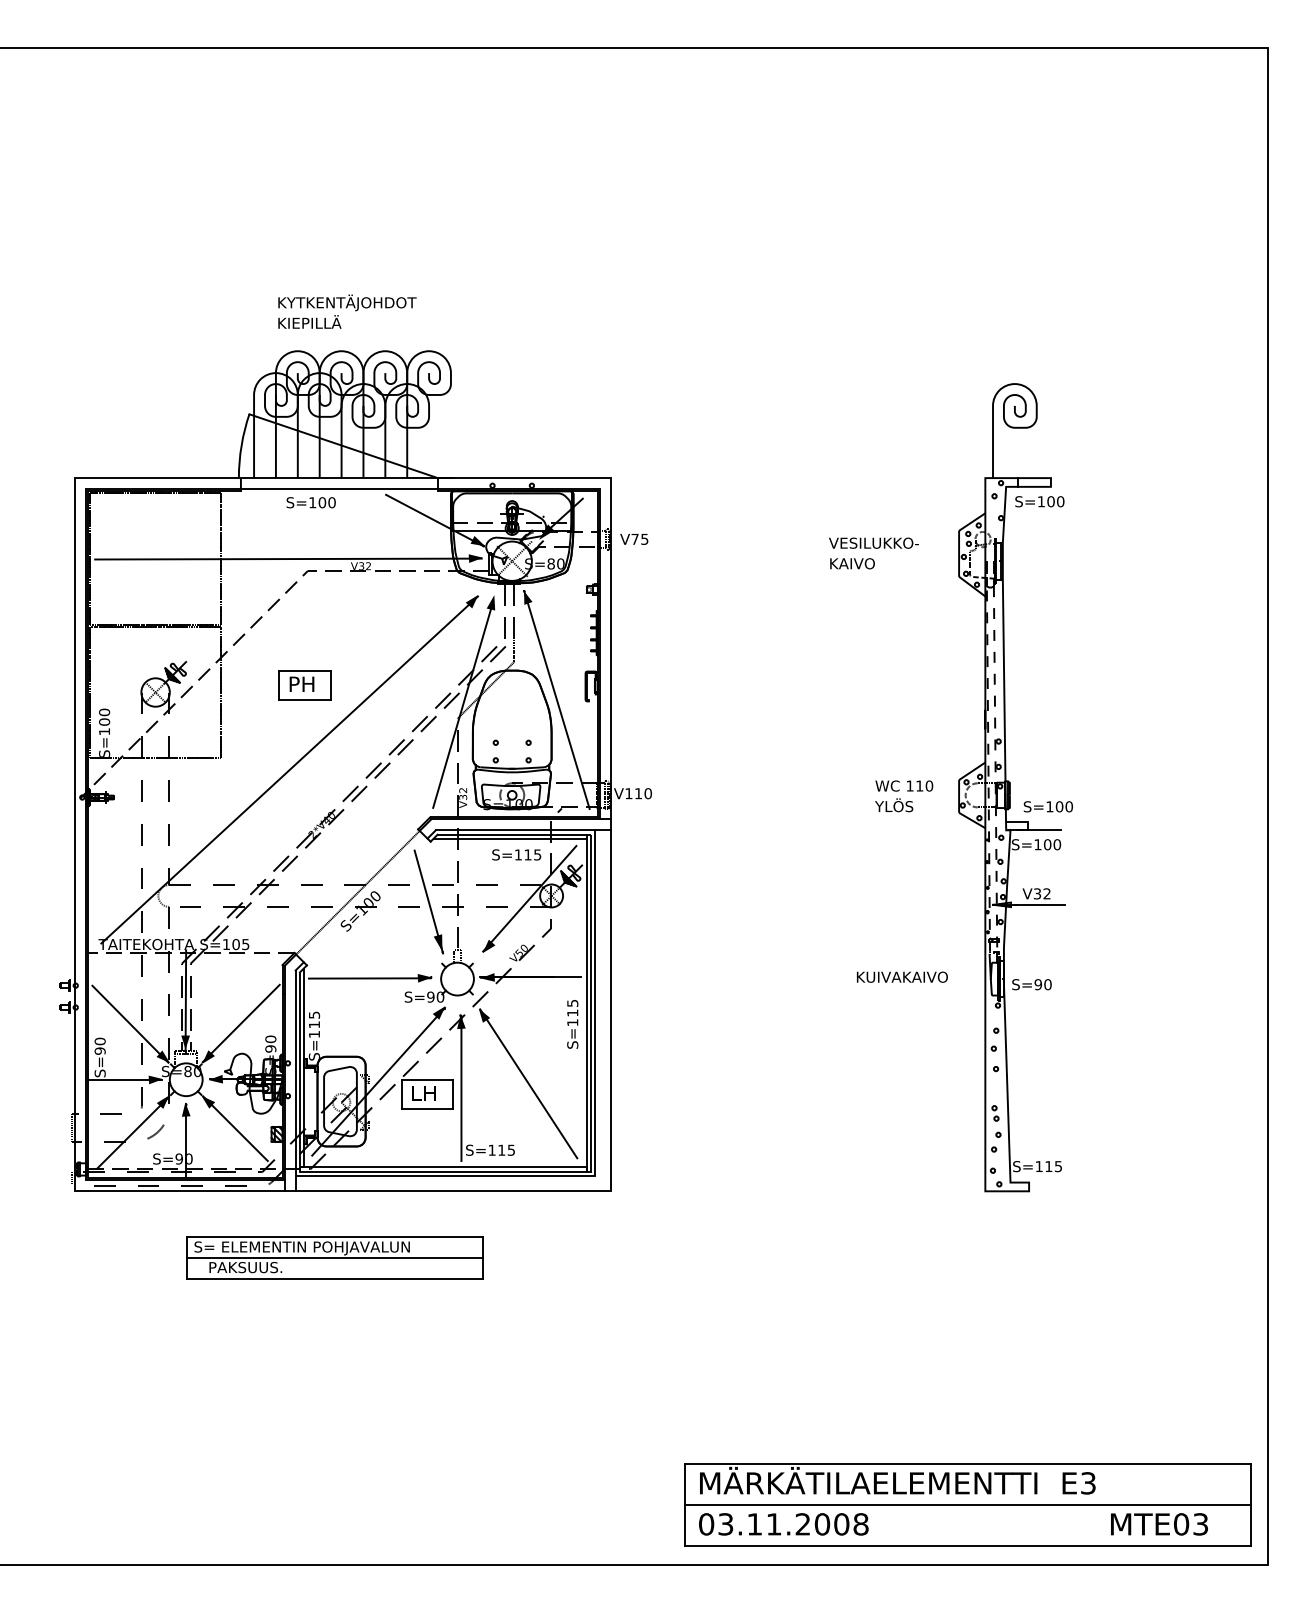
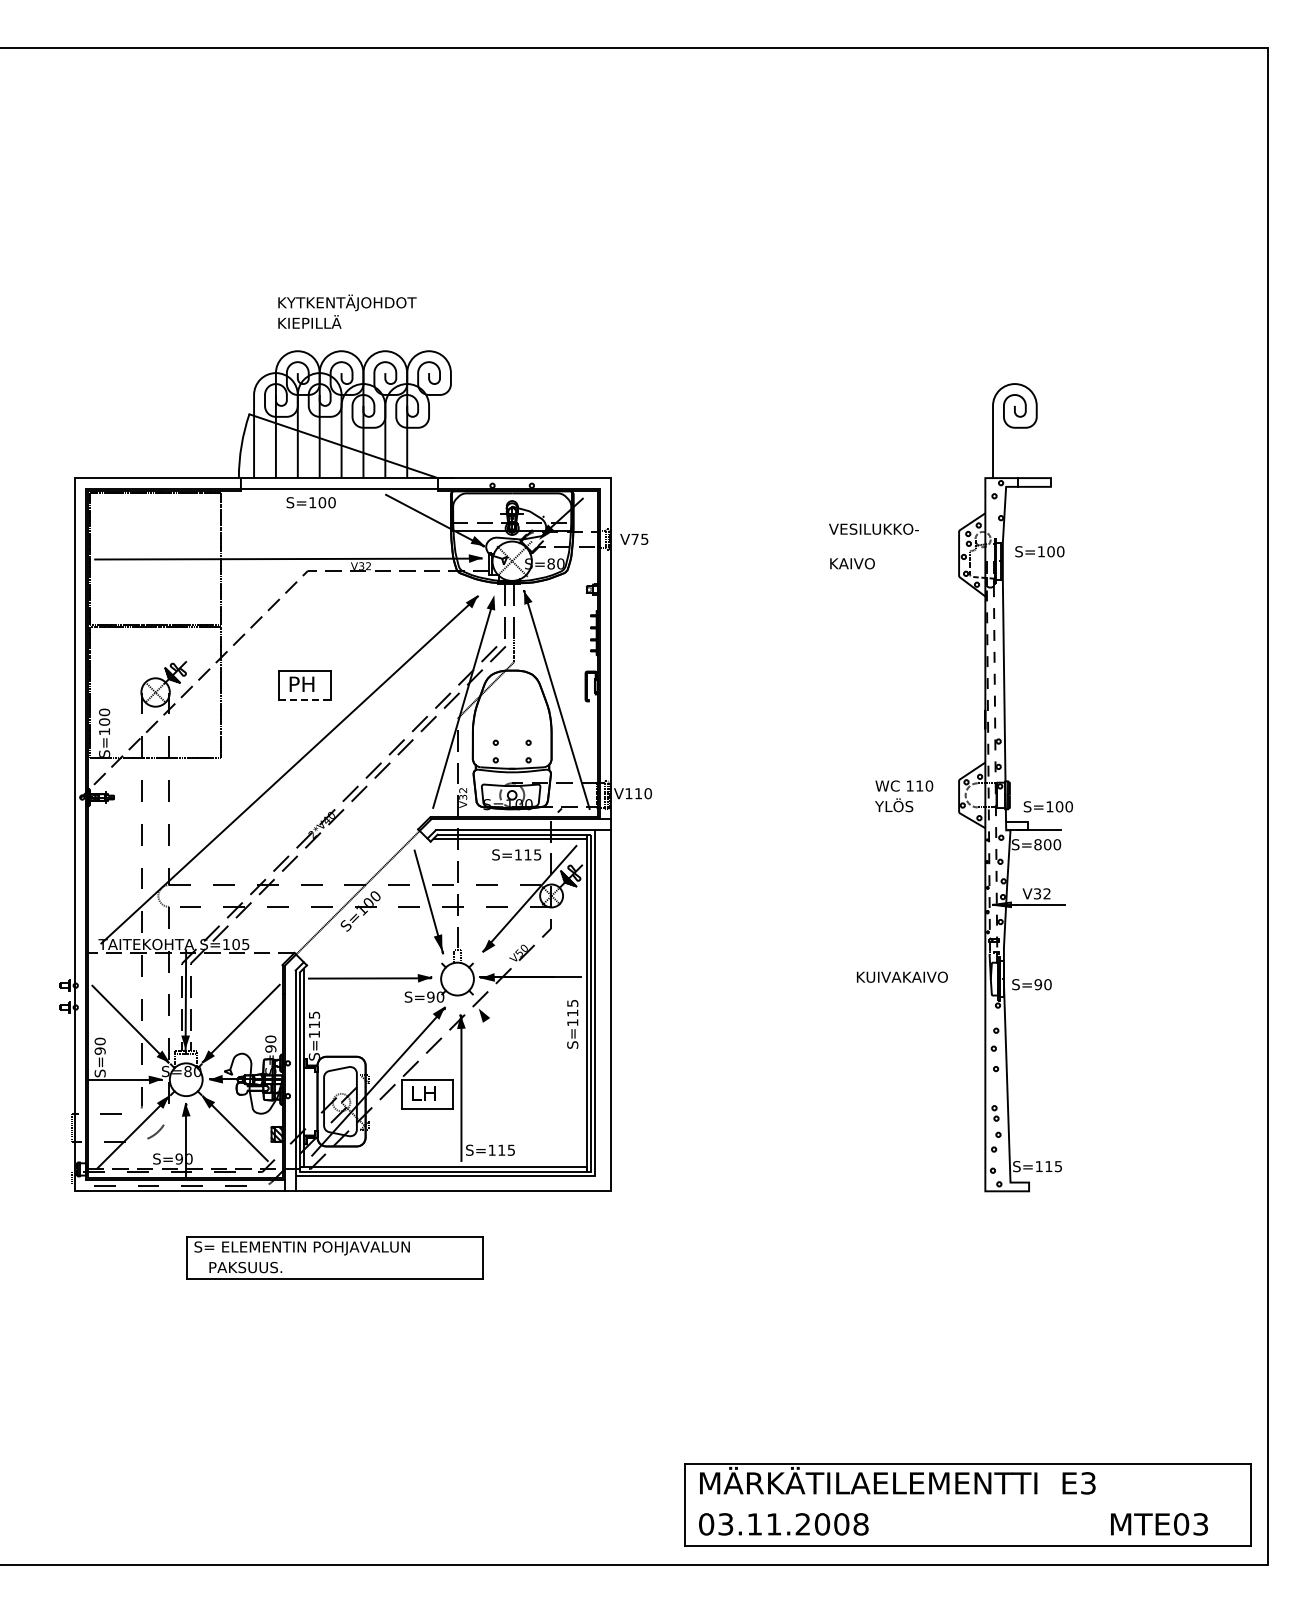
text at (1039, 501) position: (1039, 501) -> (1039, 551)
text at (873, 542) position: (873, 542) -> (873, 528)
line at (304, 699): solid -> dashed
text at (1037, 844): S=100 -> S=800
line at (528, 1083): present -> none
line at (334, 1257): present -> none
line at (967, 1505): present -> none
